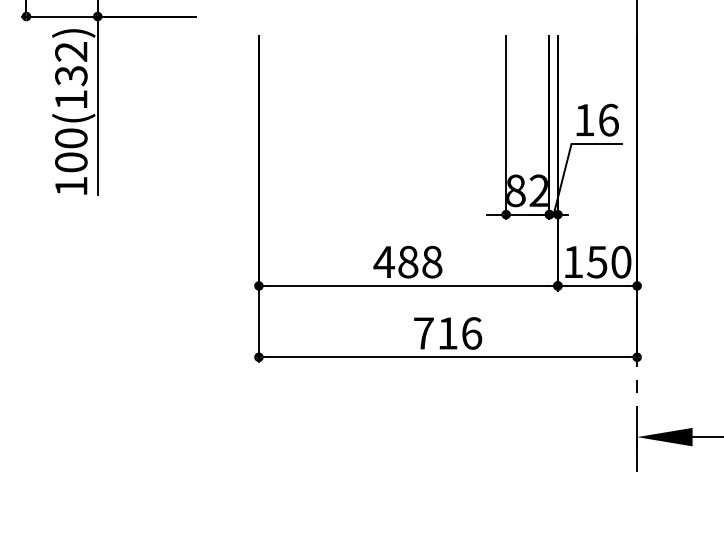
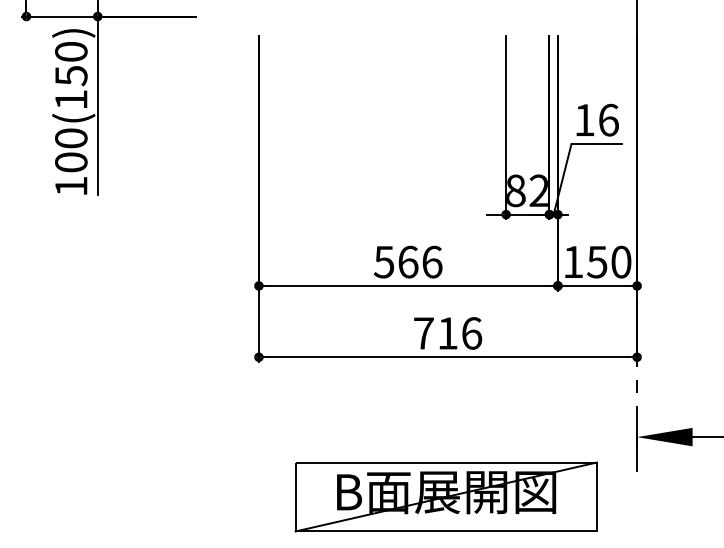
text at (71, 63): 100(132) -> 100(150)
text at (407, 261): 488 -> 566
part at (445, 496): none -> present
